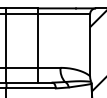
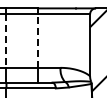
line at (6, 41): solid -> dashed
line at (38, 41): solid -> dashed
